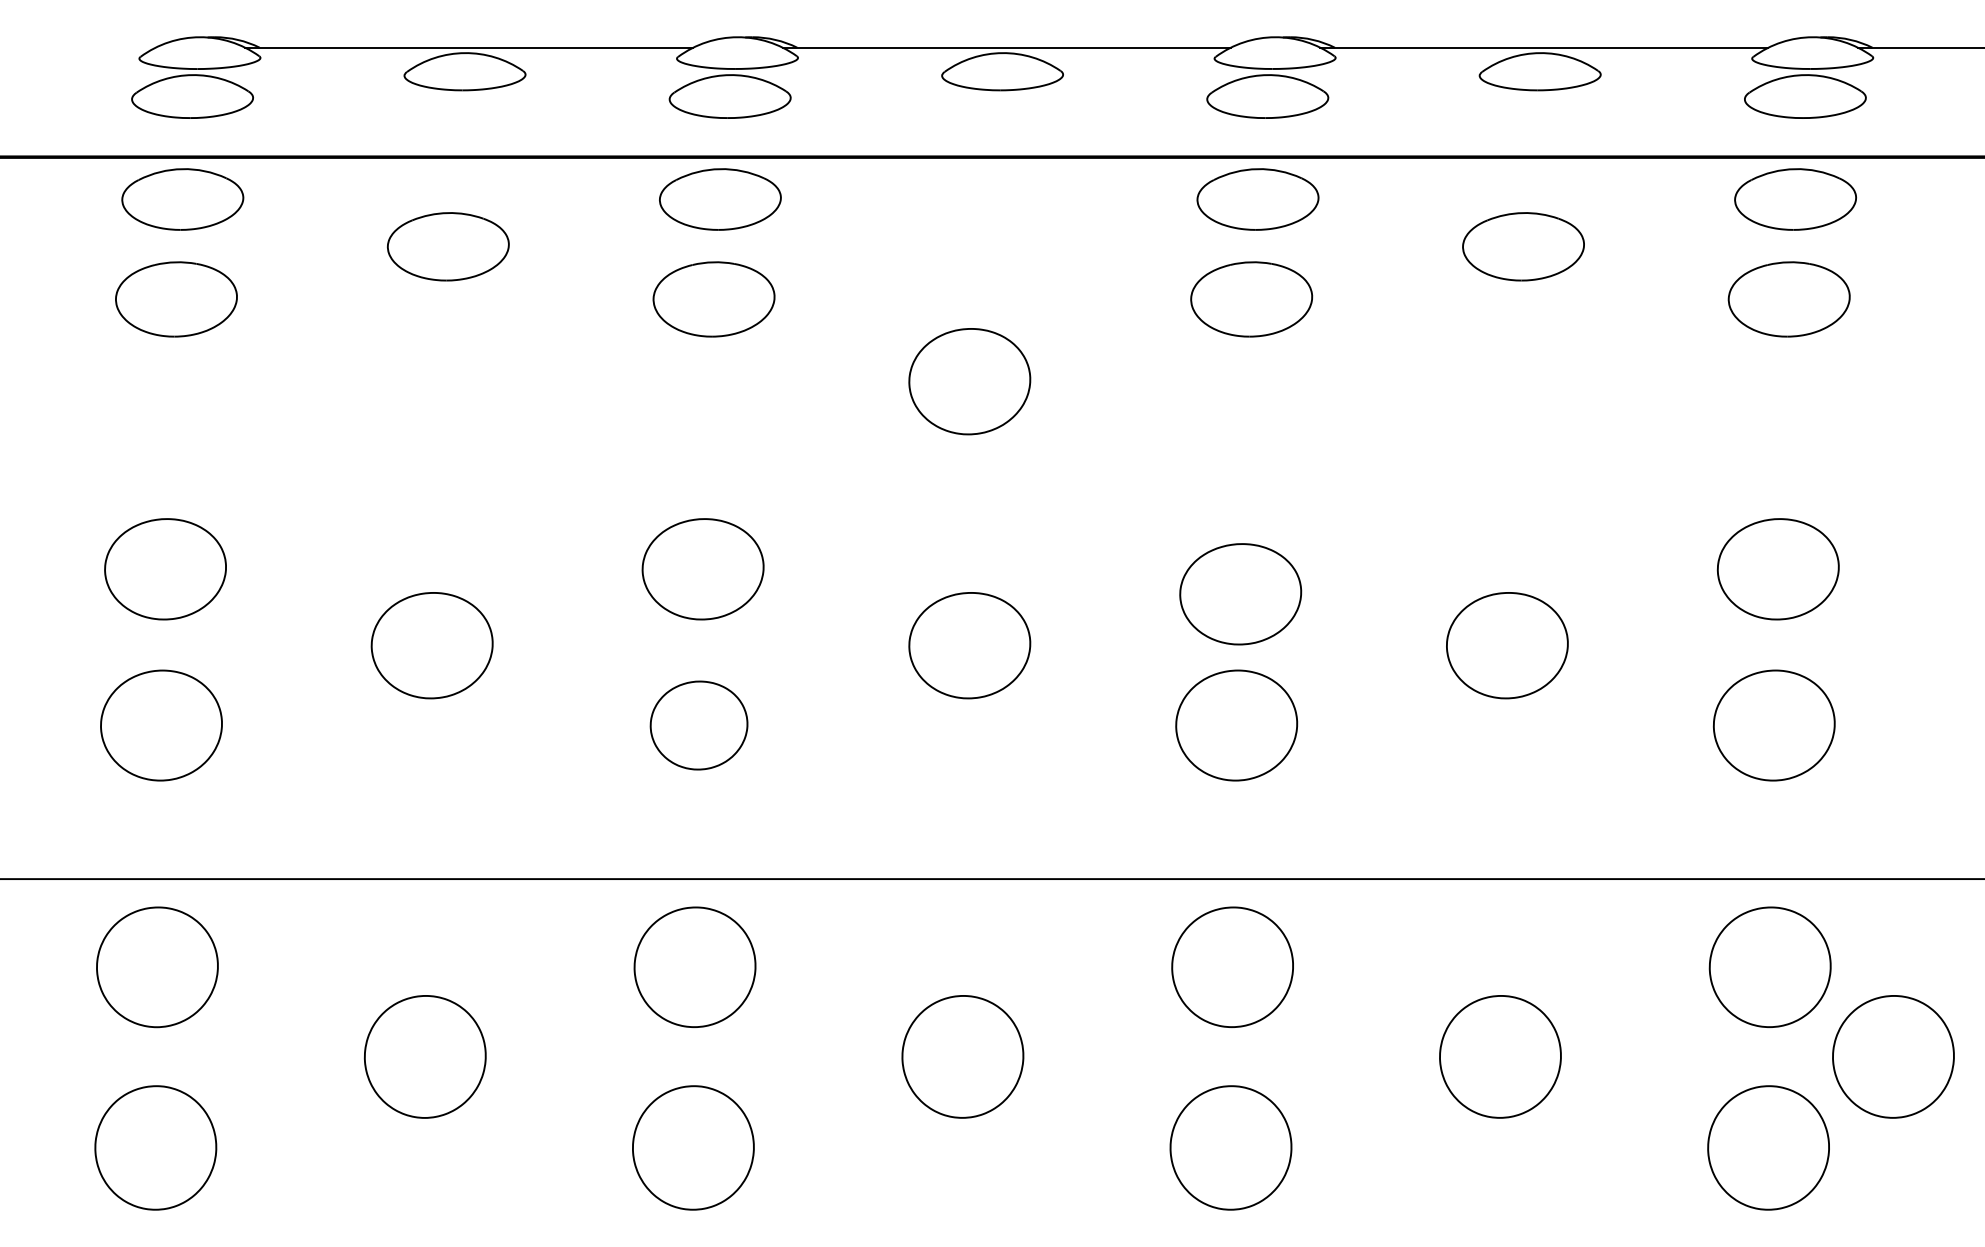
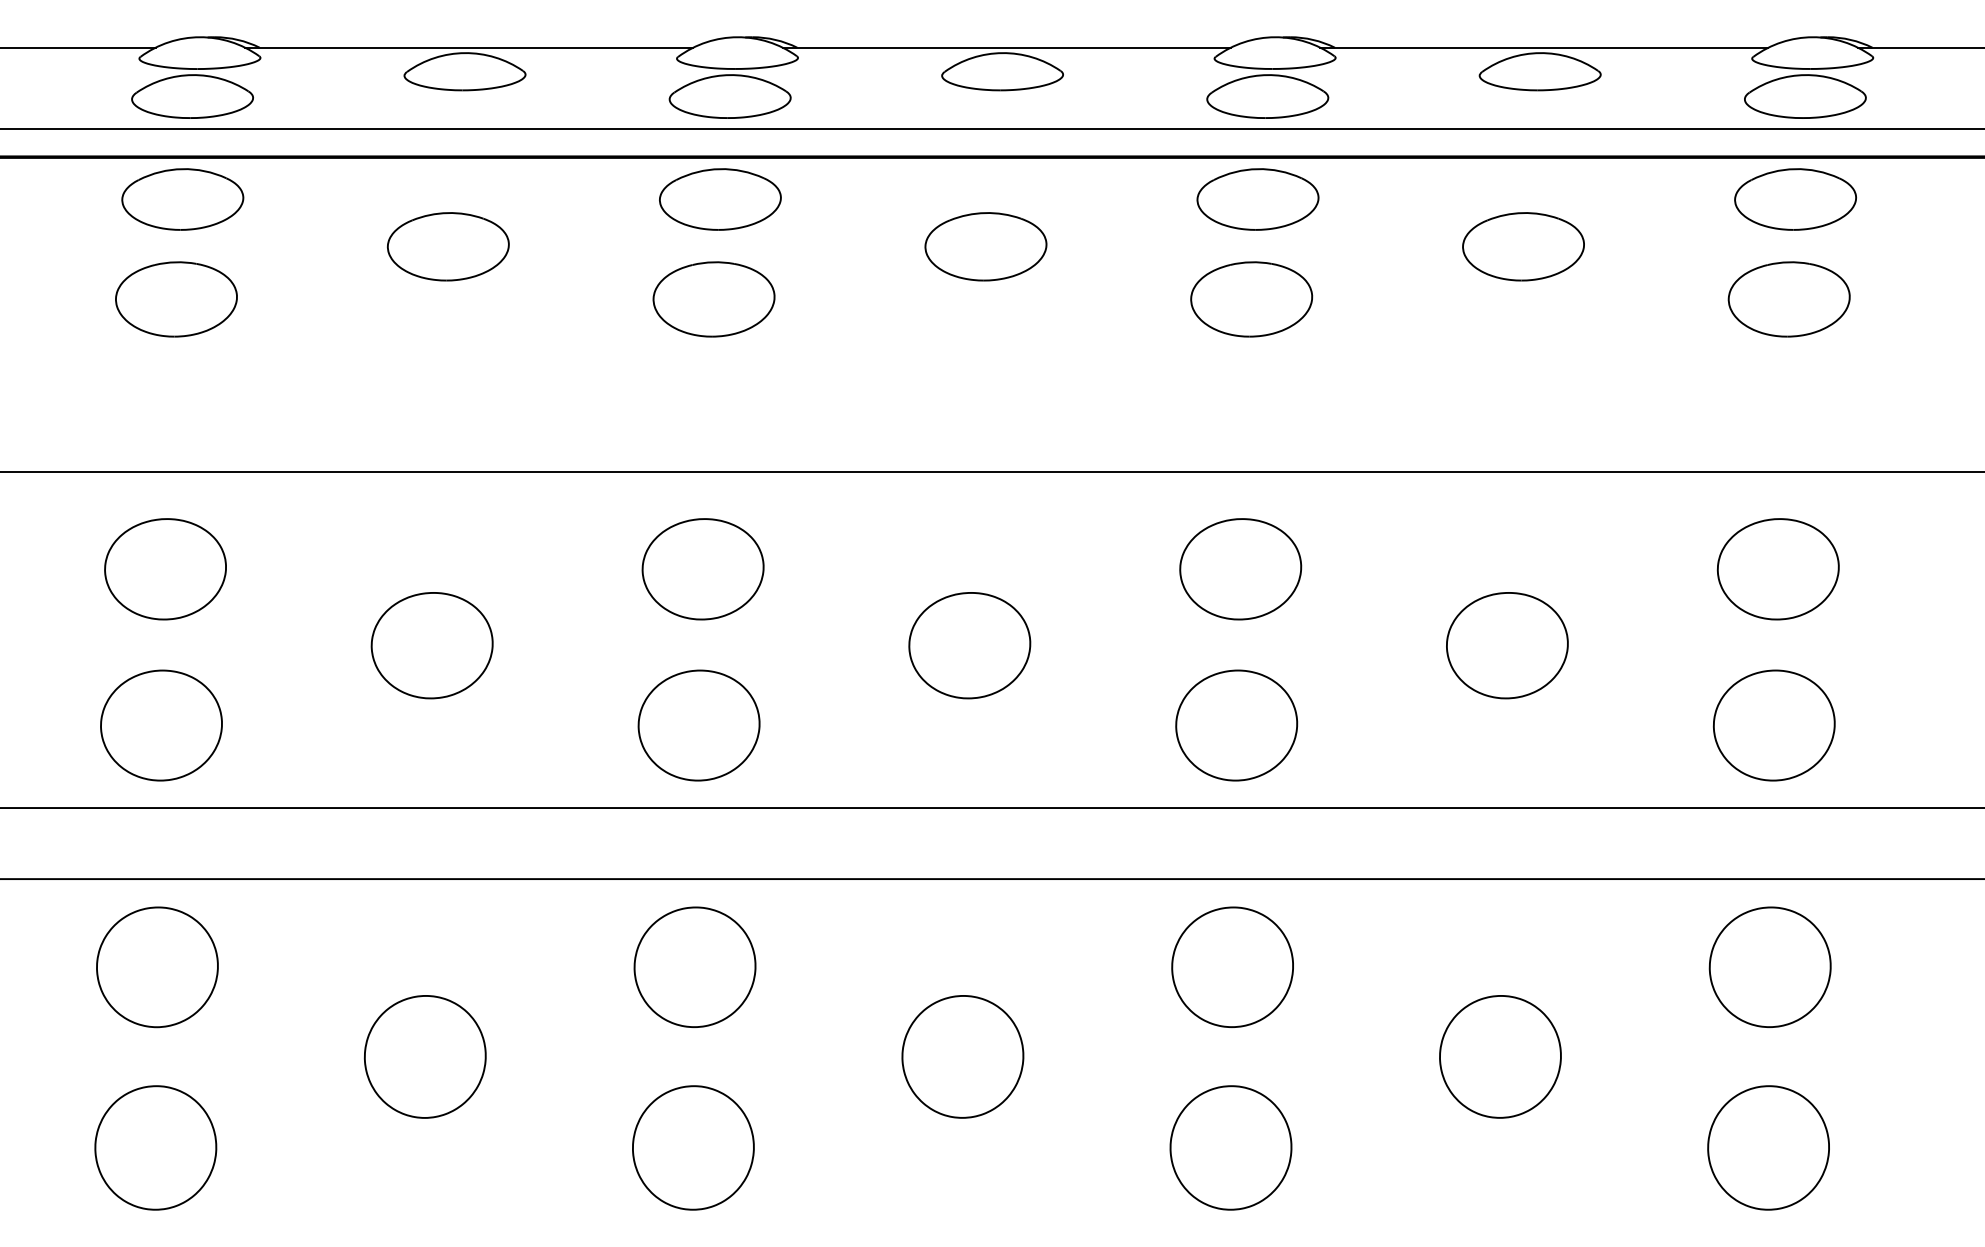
line at (78, 47): none -> present
line at (991, 128): none -> present
part at (985, 246): none -> present
part at (969, 381): present -> none
line at (991, 472): none -> present
part at (1240, 594) position: (1240, 594) -> (1240, 569)
part at (698, 725) size: 100x91 px -> 124x113 px
line at (991, 808): none -> present
part at (1893, 1056): present -> none
